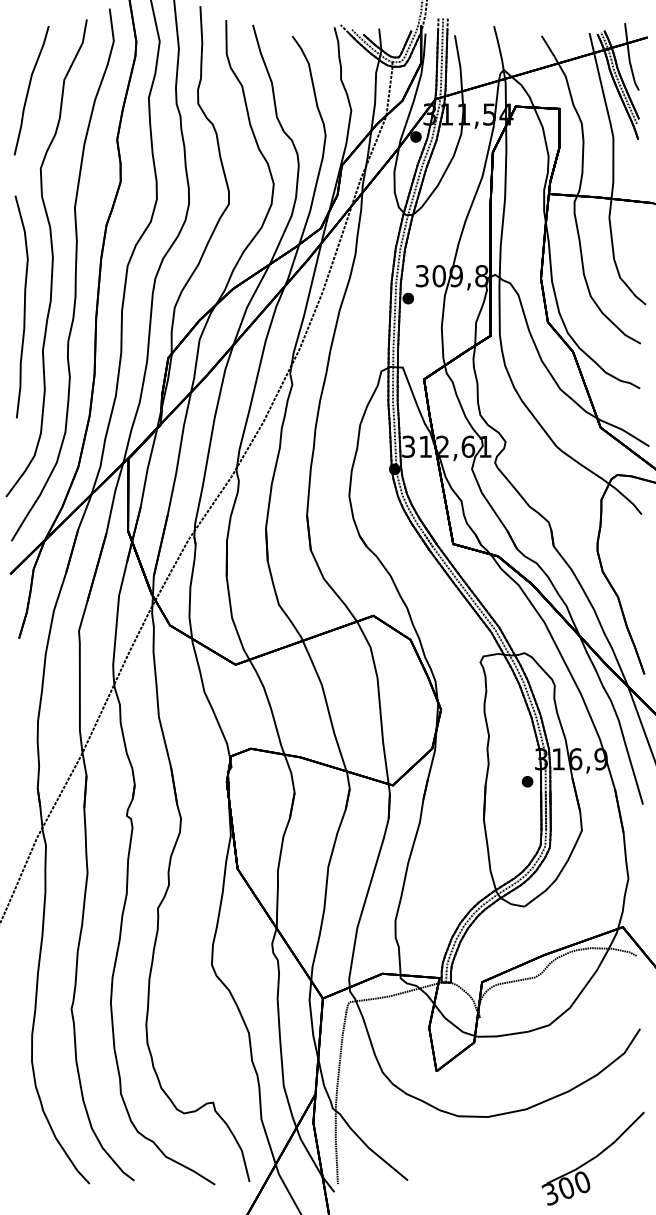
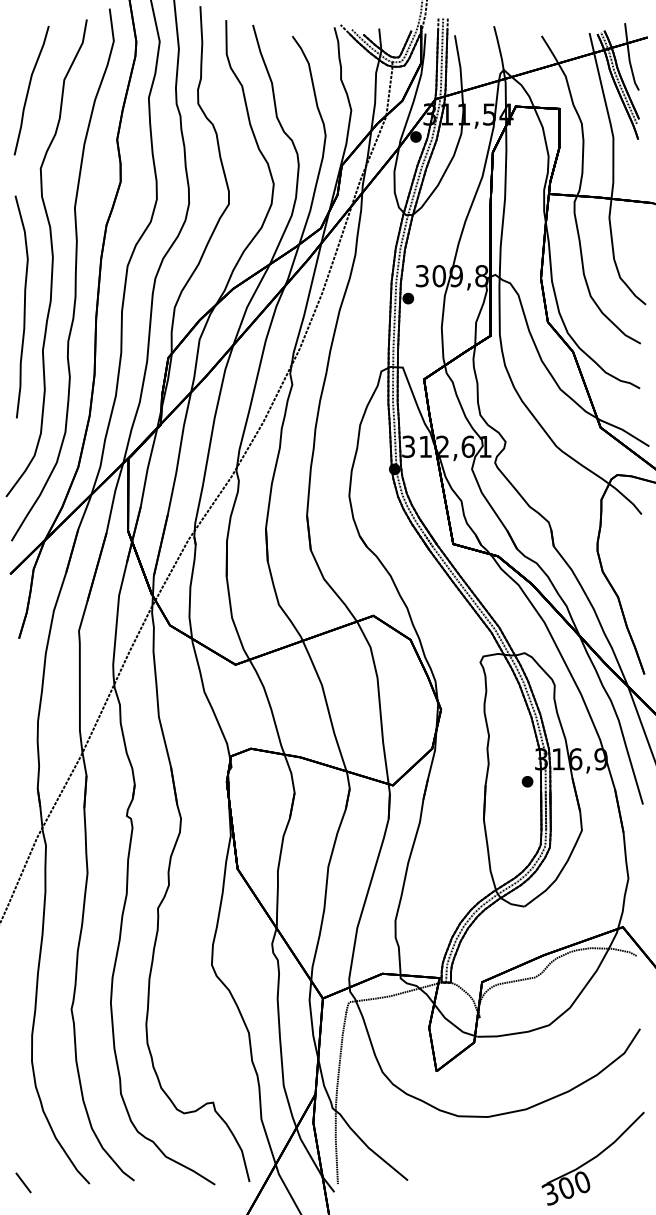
line at (23, 1182): none -> present
